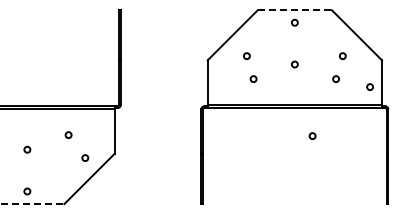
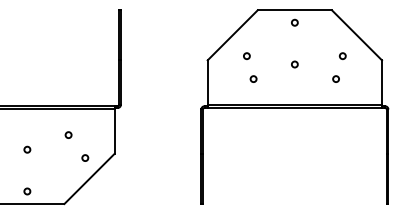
line at (295, 10): dashed -> solid
circle at (369, 86): present -> none
circle at (312, 135): present -> none
line at (32, 204): dashed -> solid
